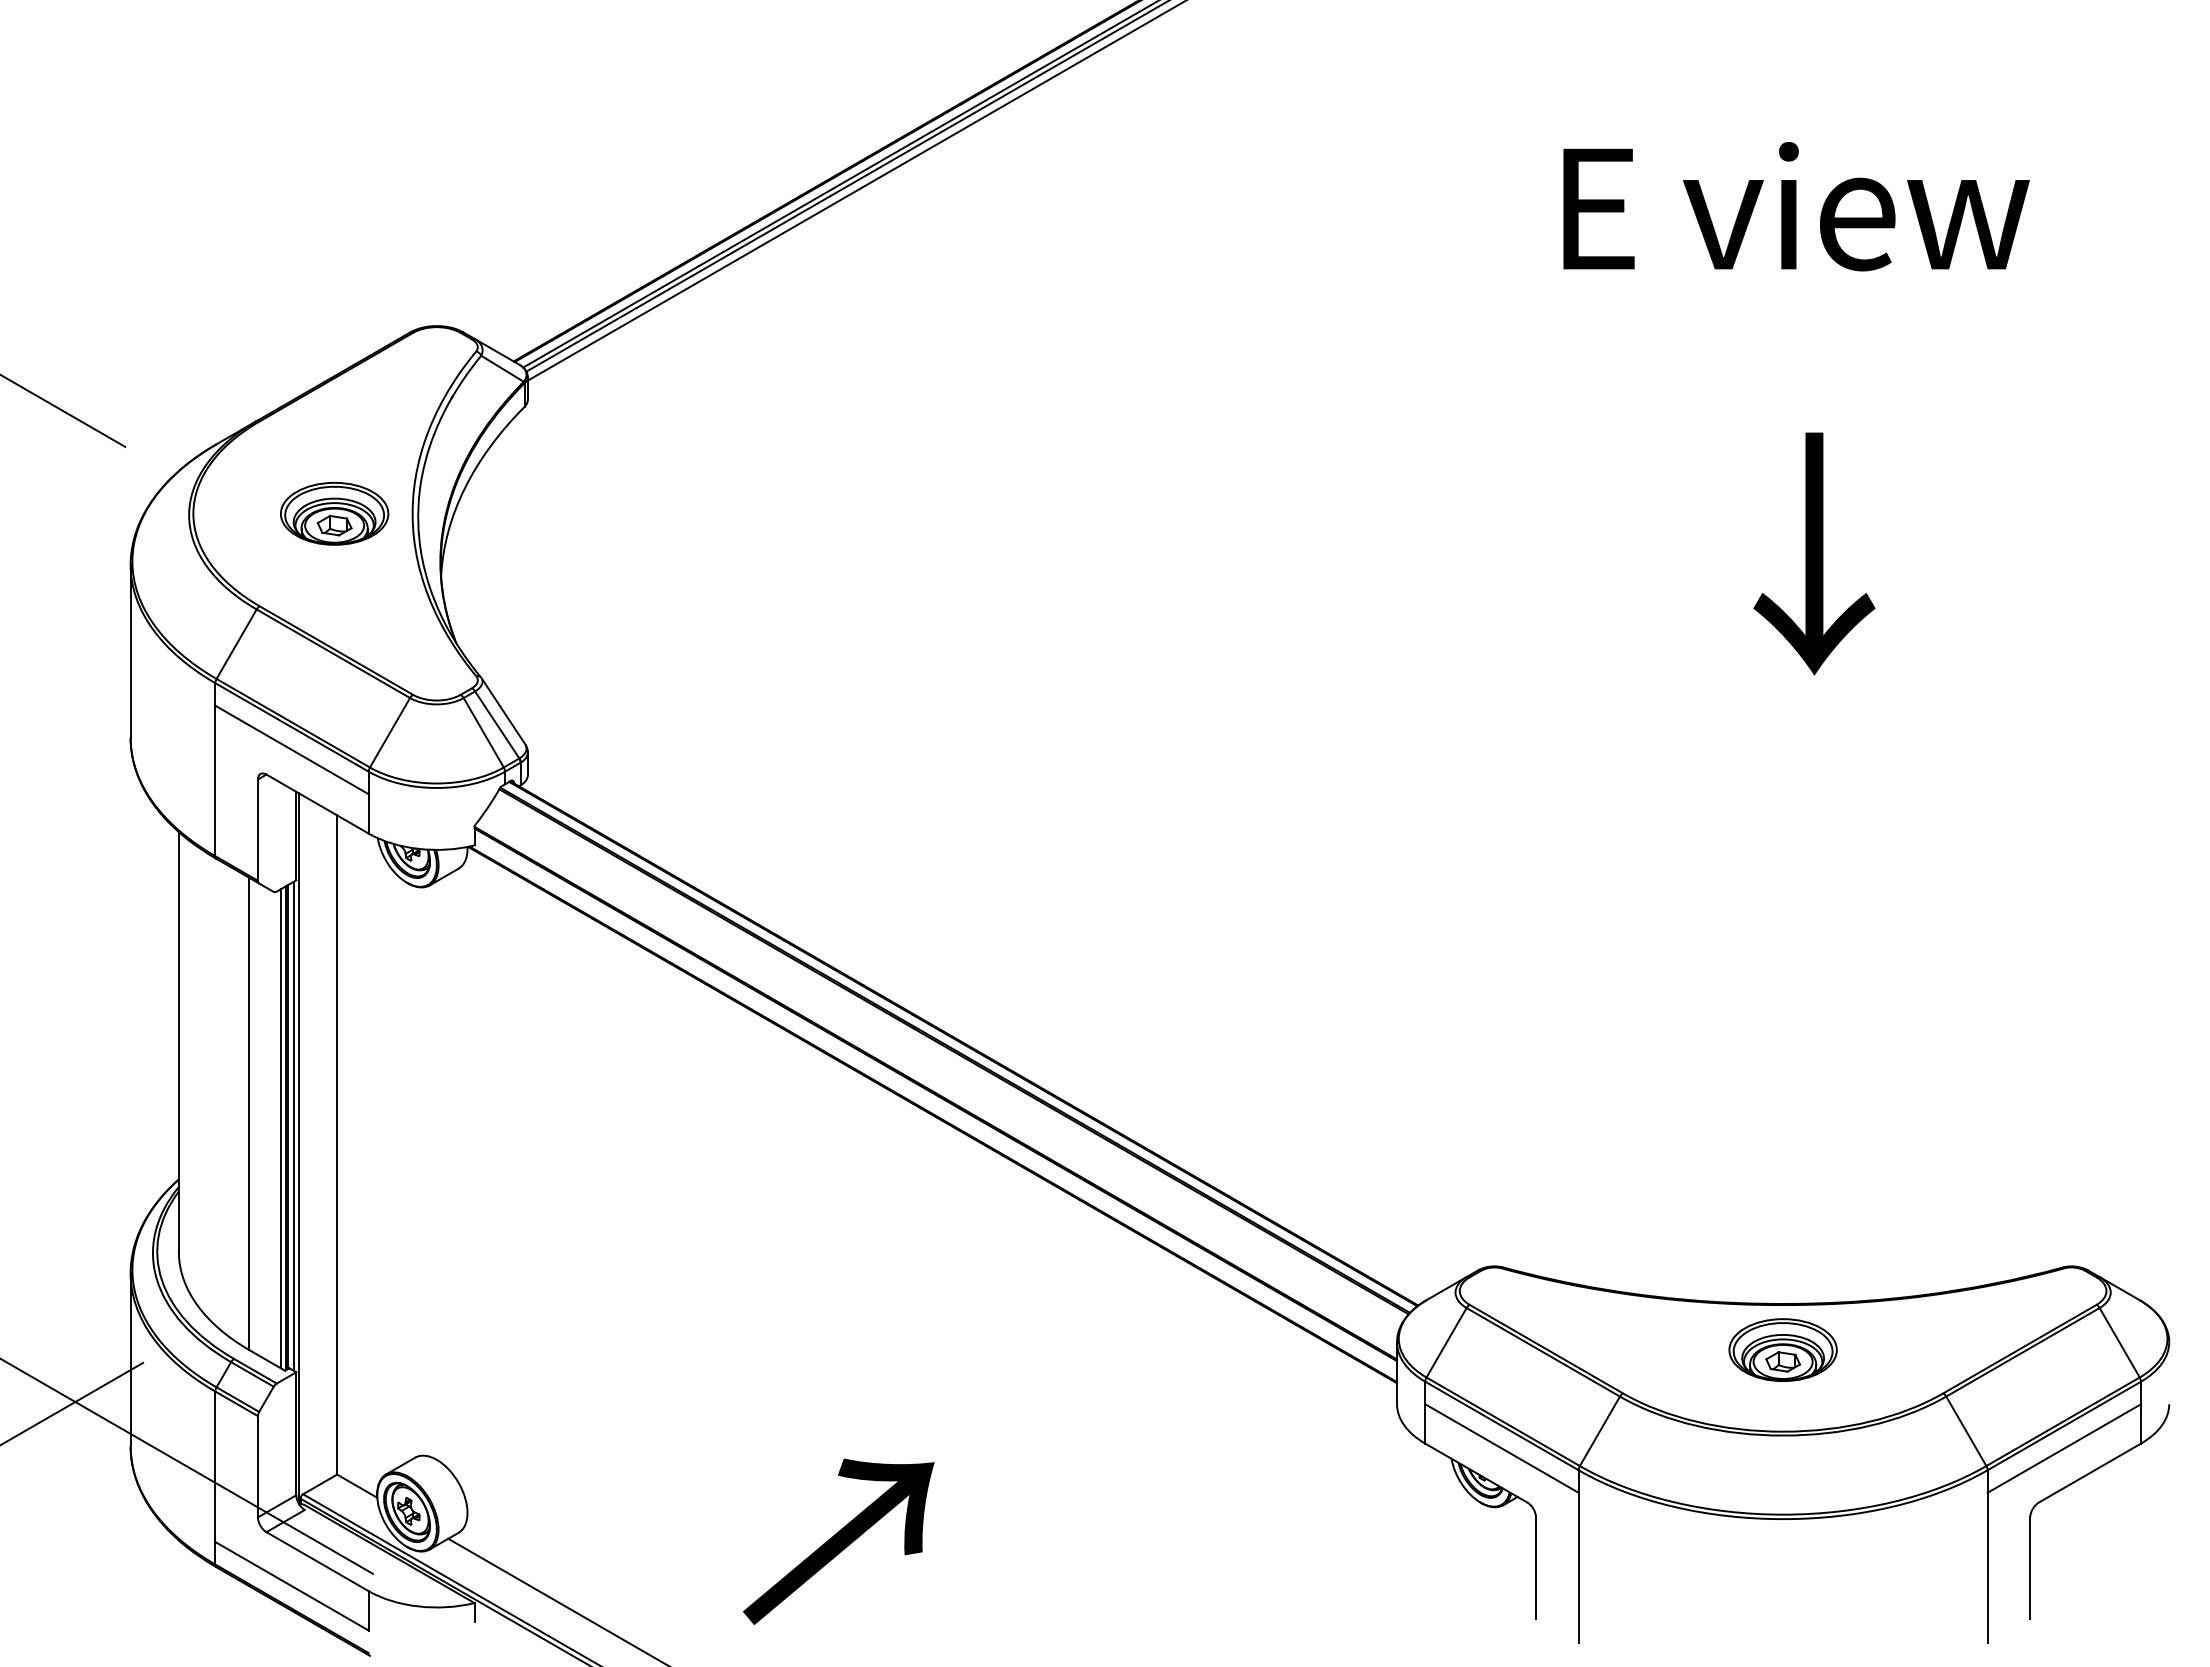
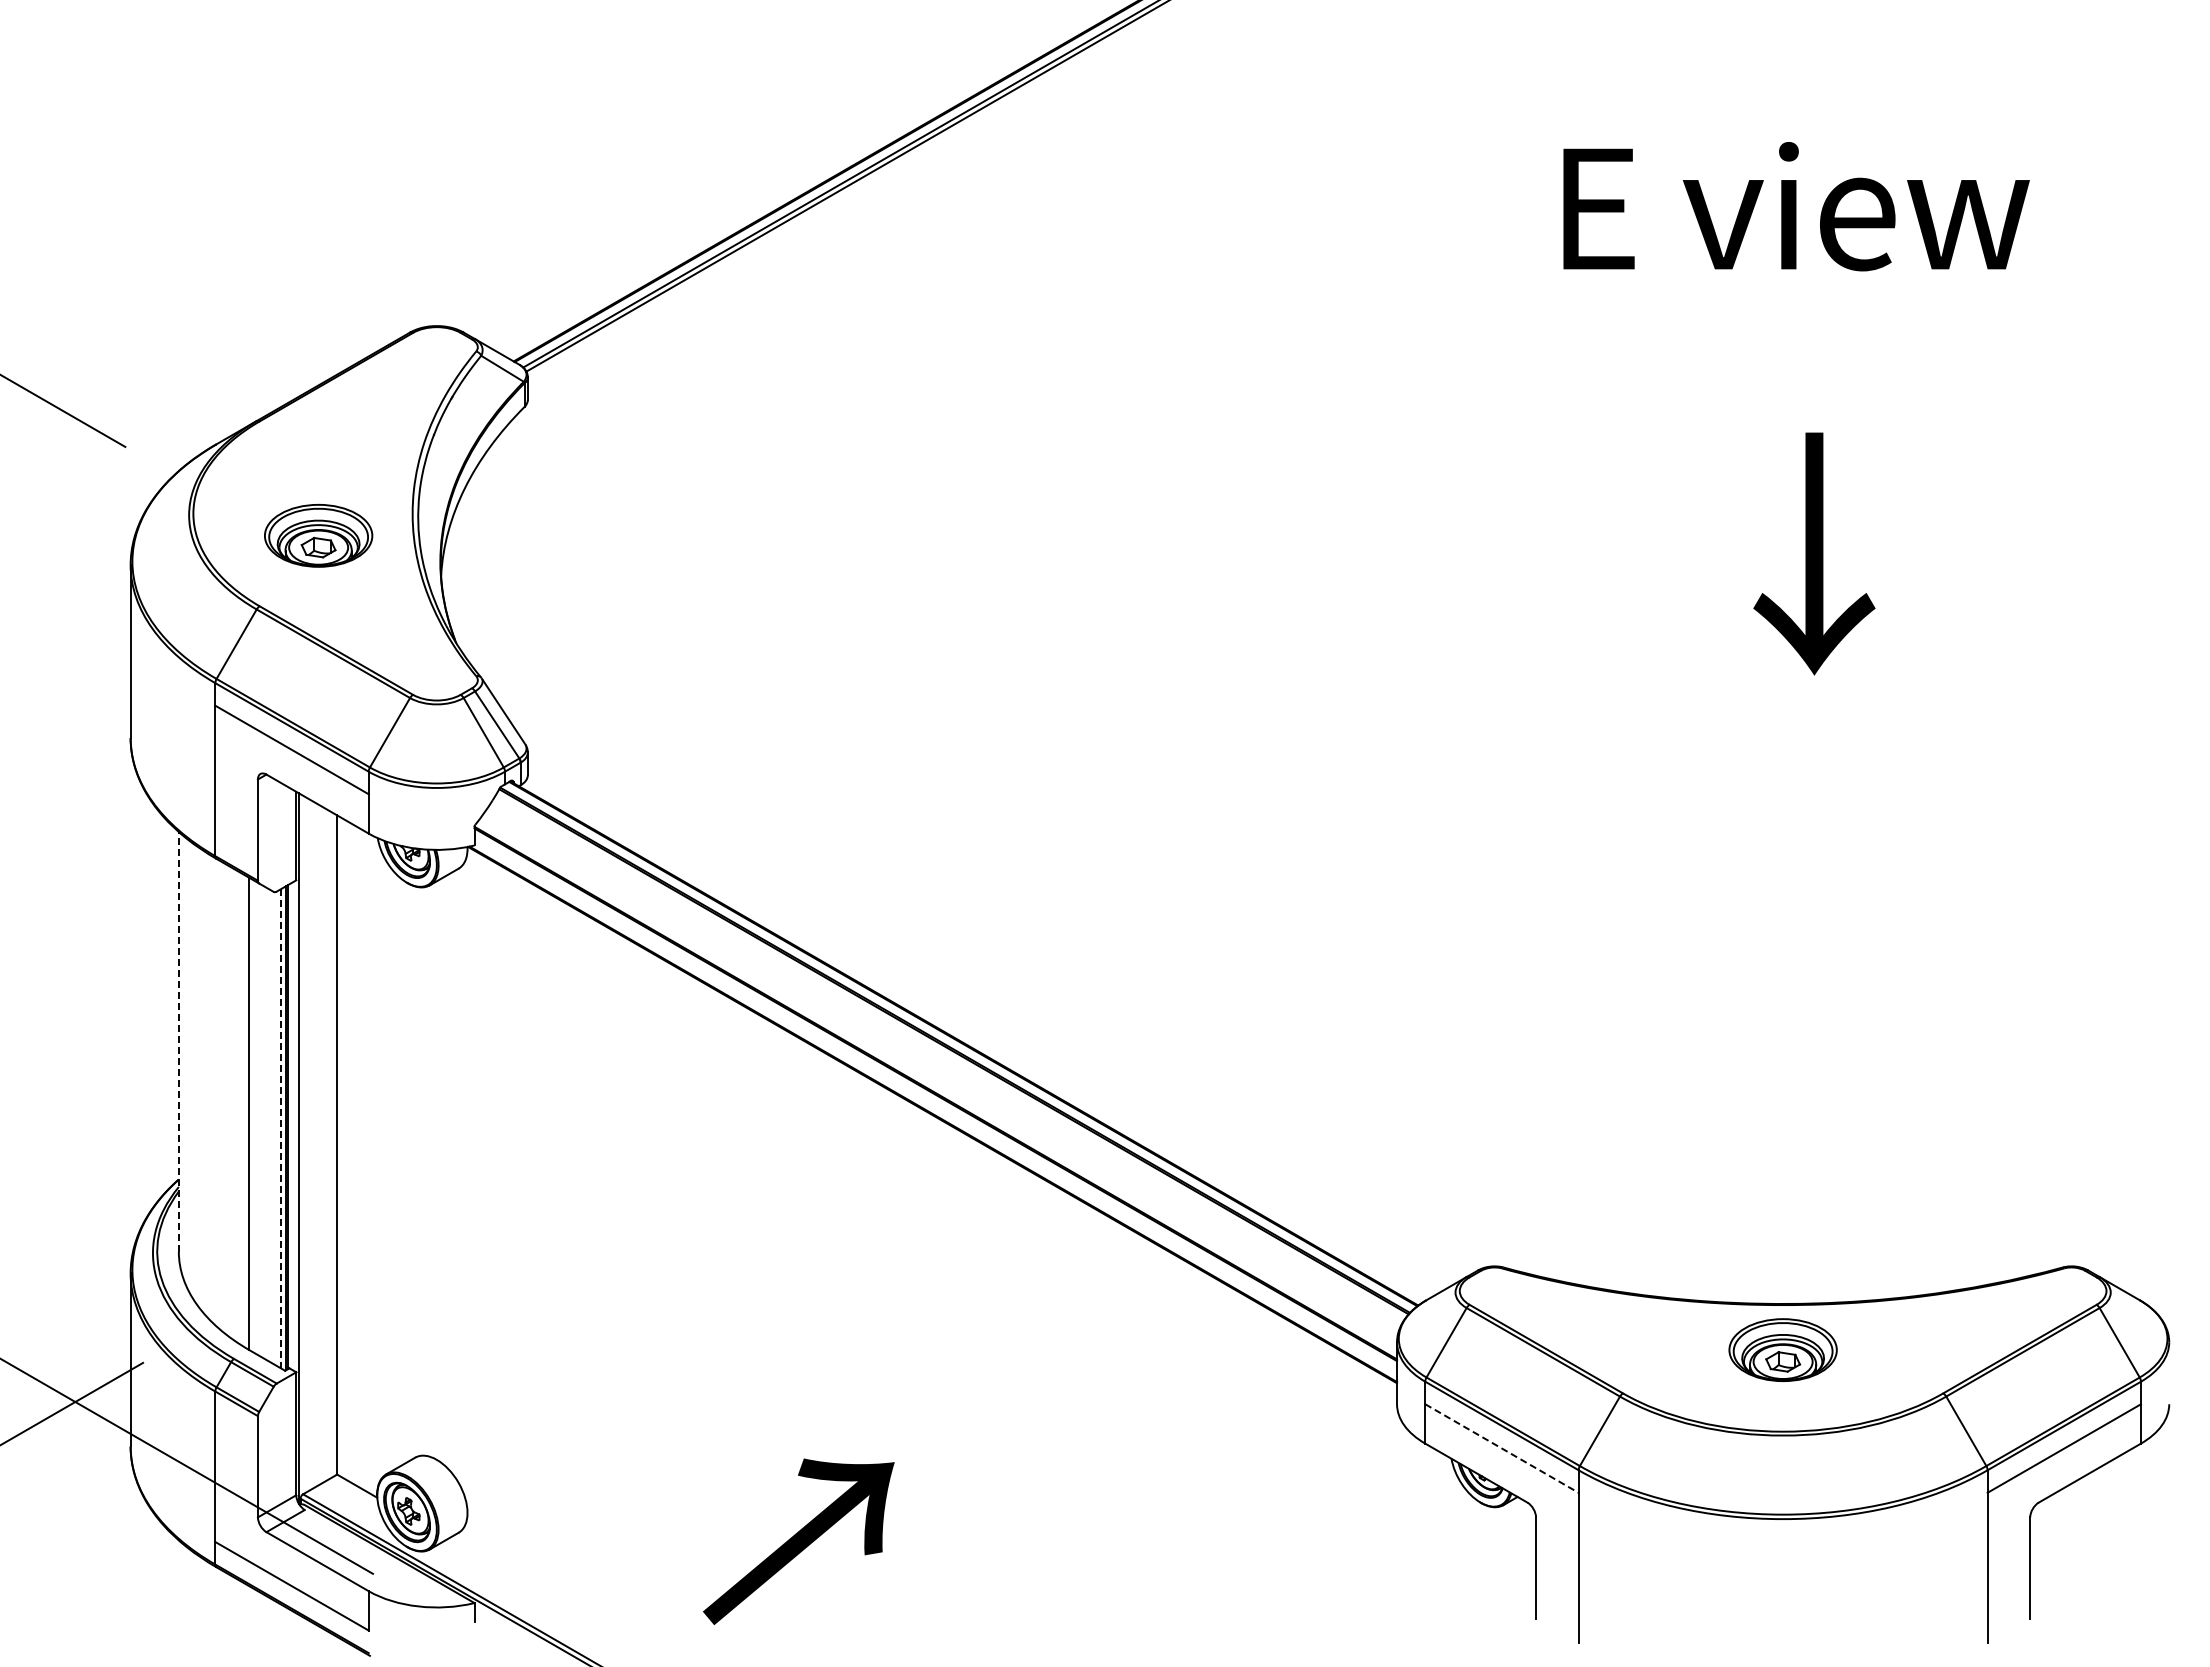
line at (855, 191): present -> none
part at (334, 513) position: (334, 513) -> (318, 535)
line at (178, 1041): solid -> dashed
line at (293, 1125): present -> none
line at (280, 1128): solid -> dashed
line at (1501, 1448): solid -> dashed
text at (838, 1541) position: (838, 1541) -> (798, 1541)
line at (556, 1600): present -> none
